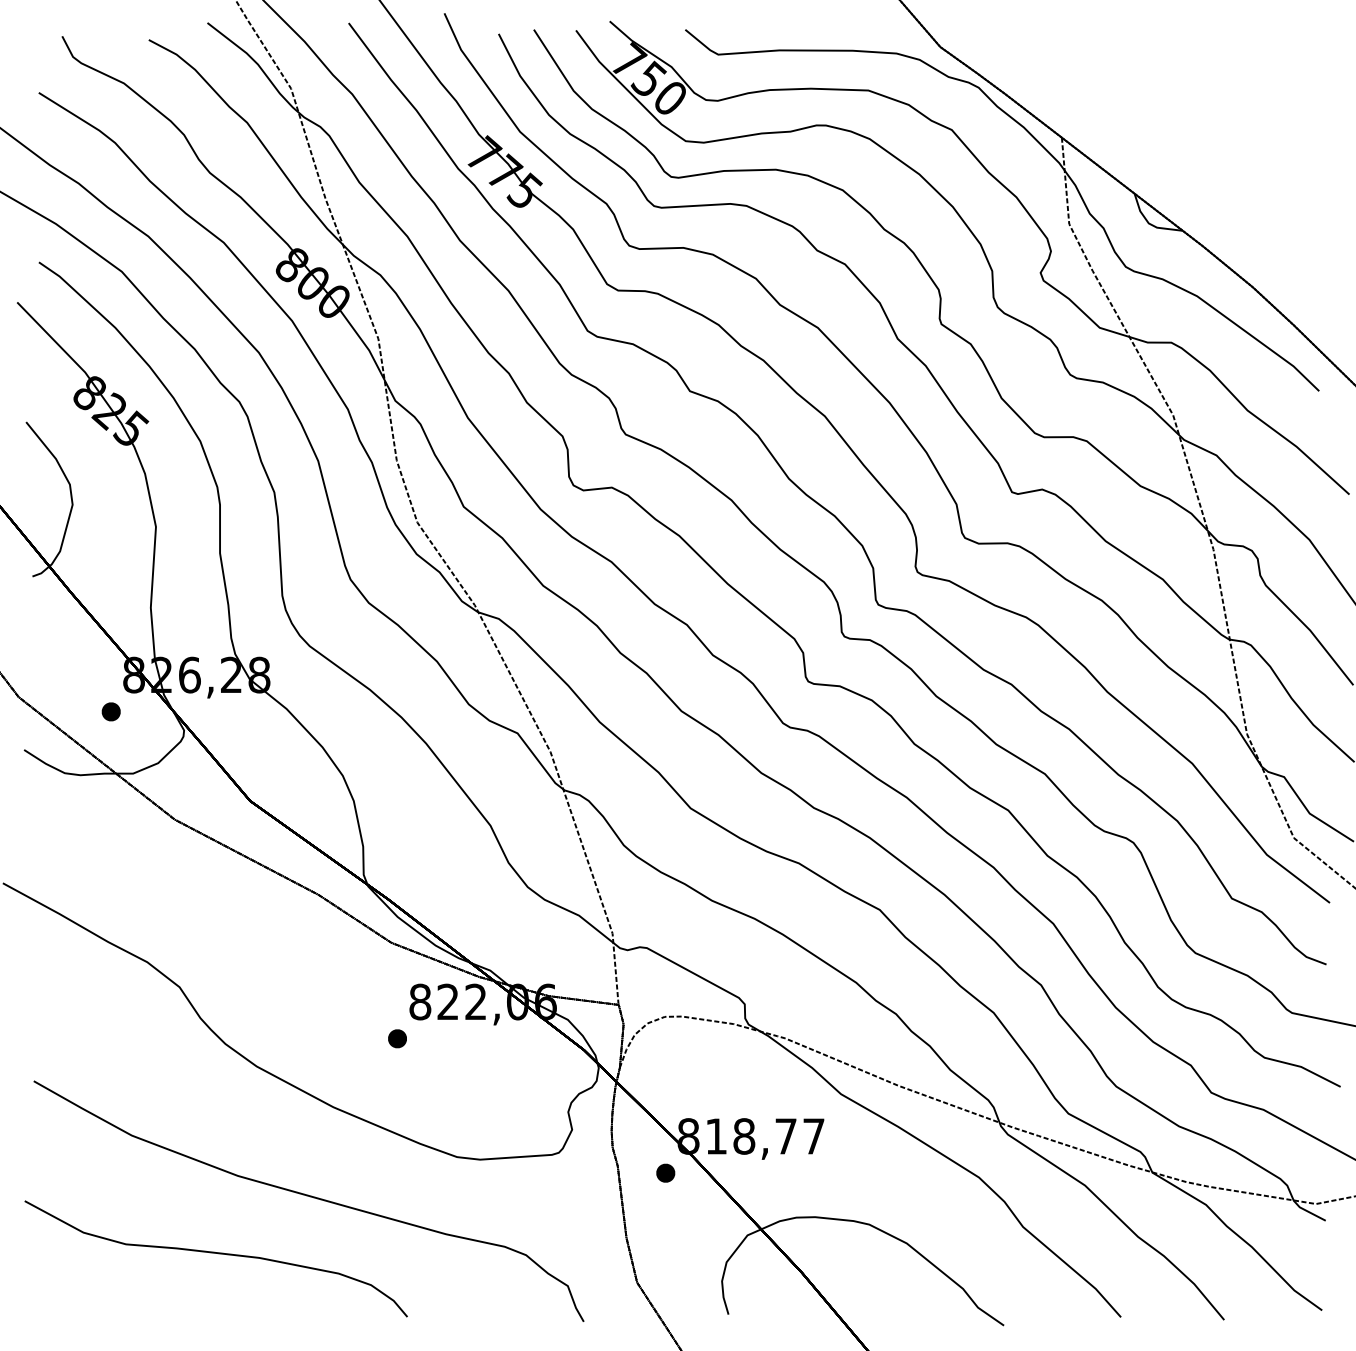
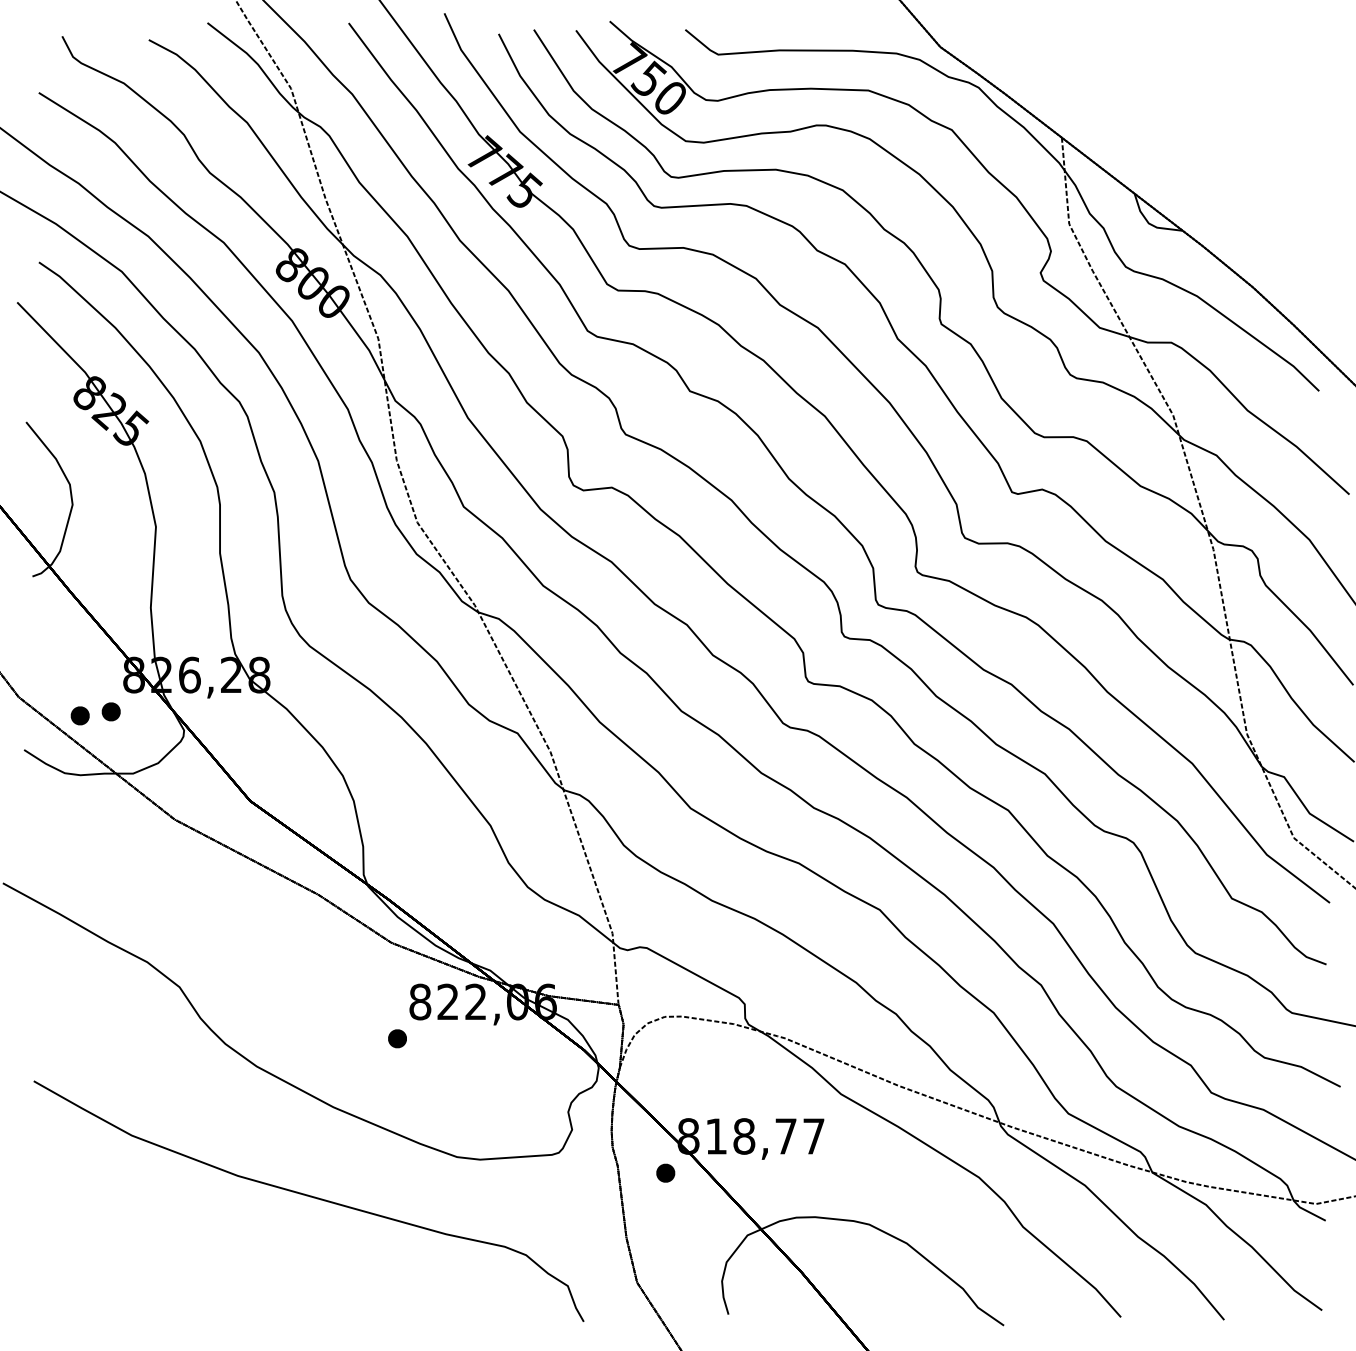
part at (79, 715): none -> present
curve at (215, 1253): present -> none
